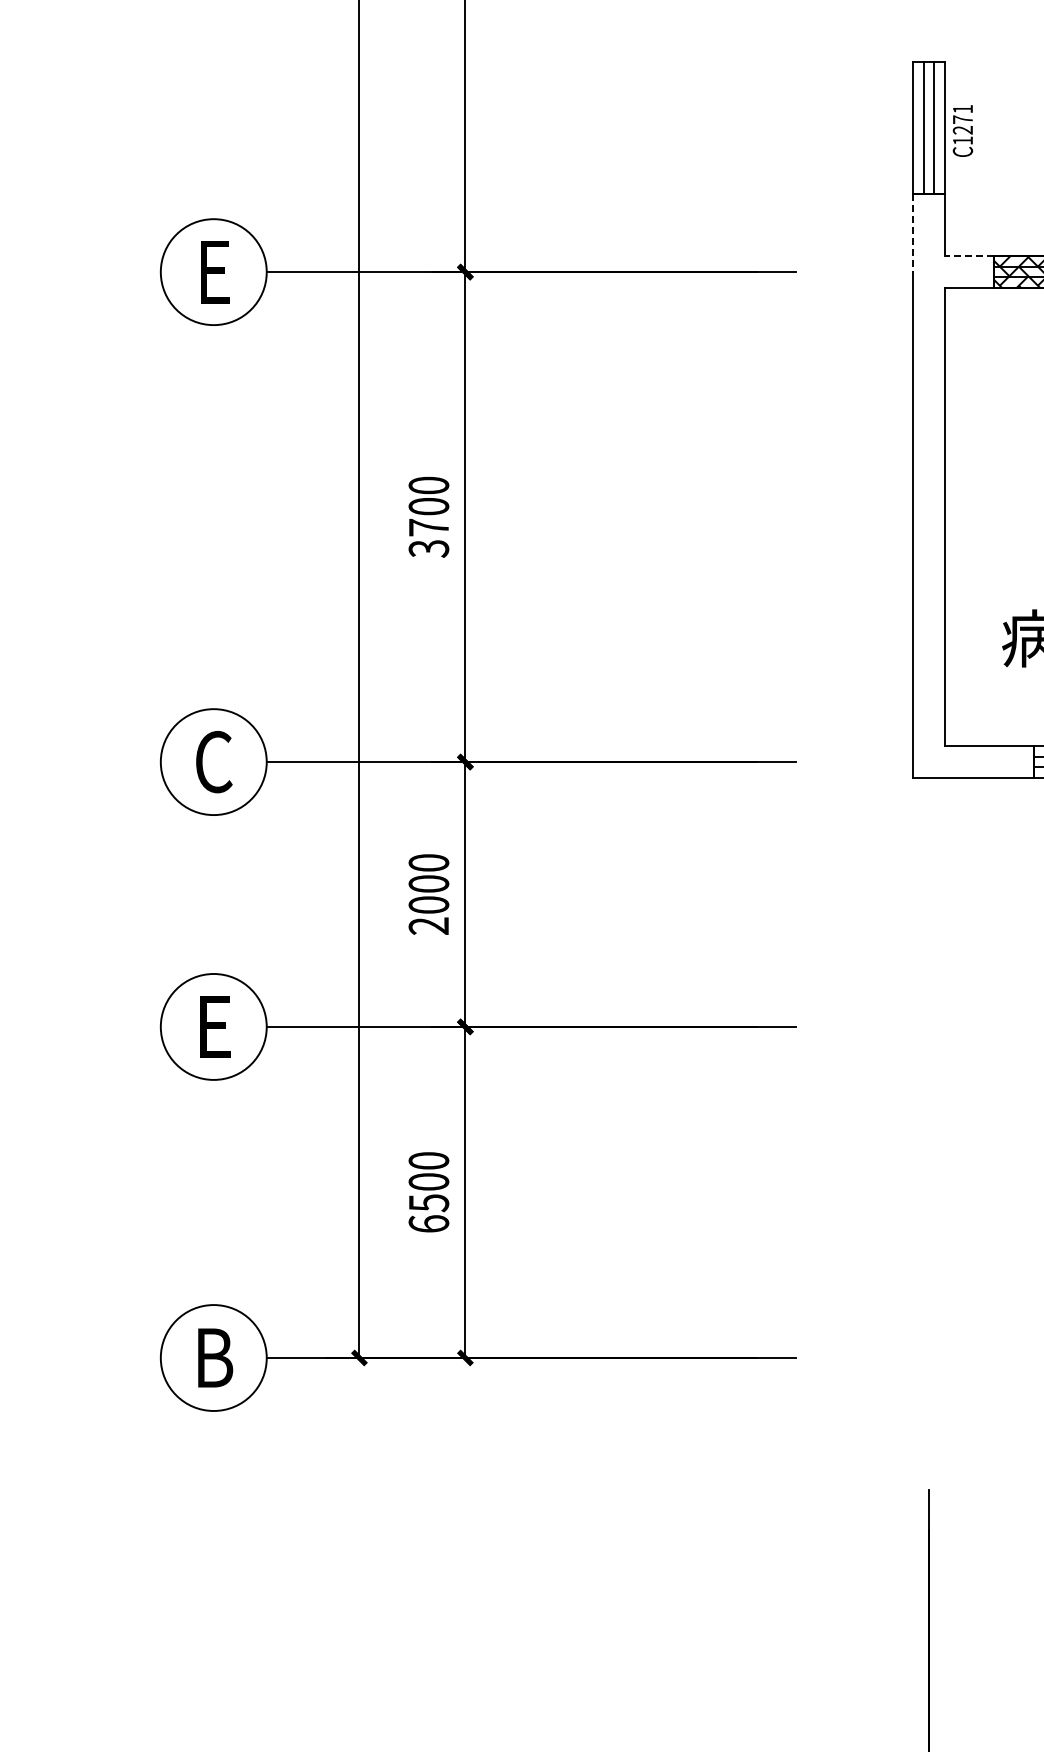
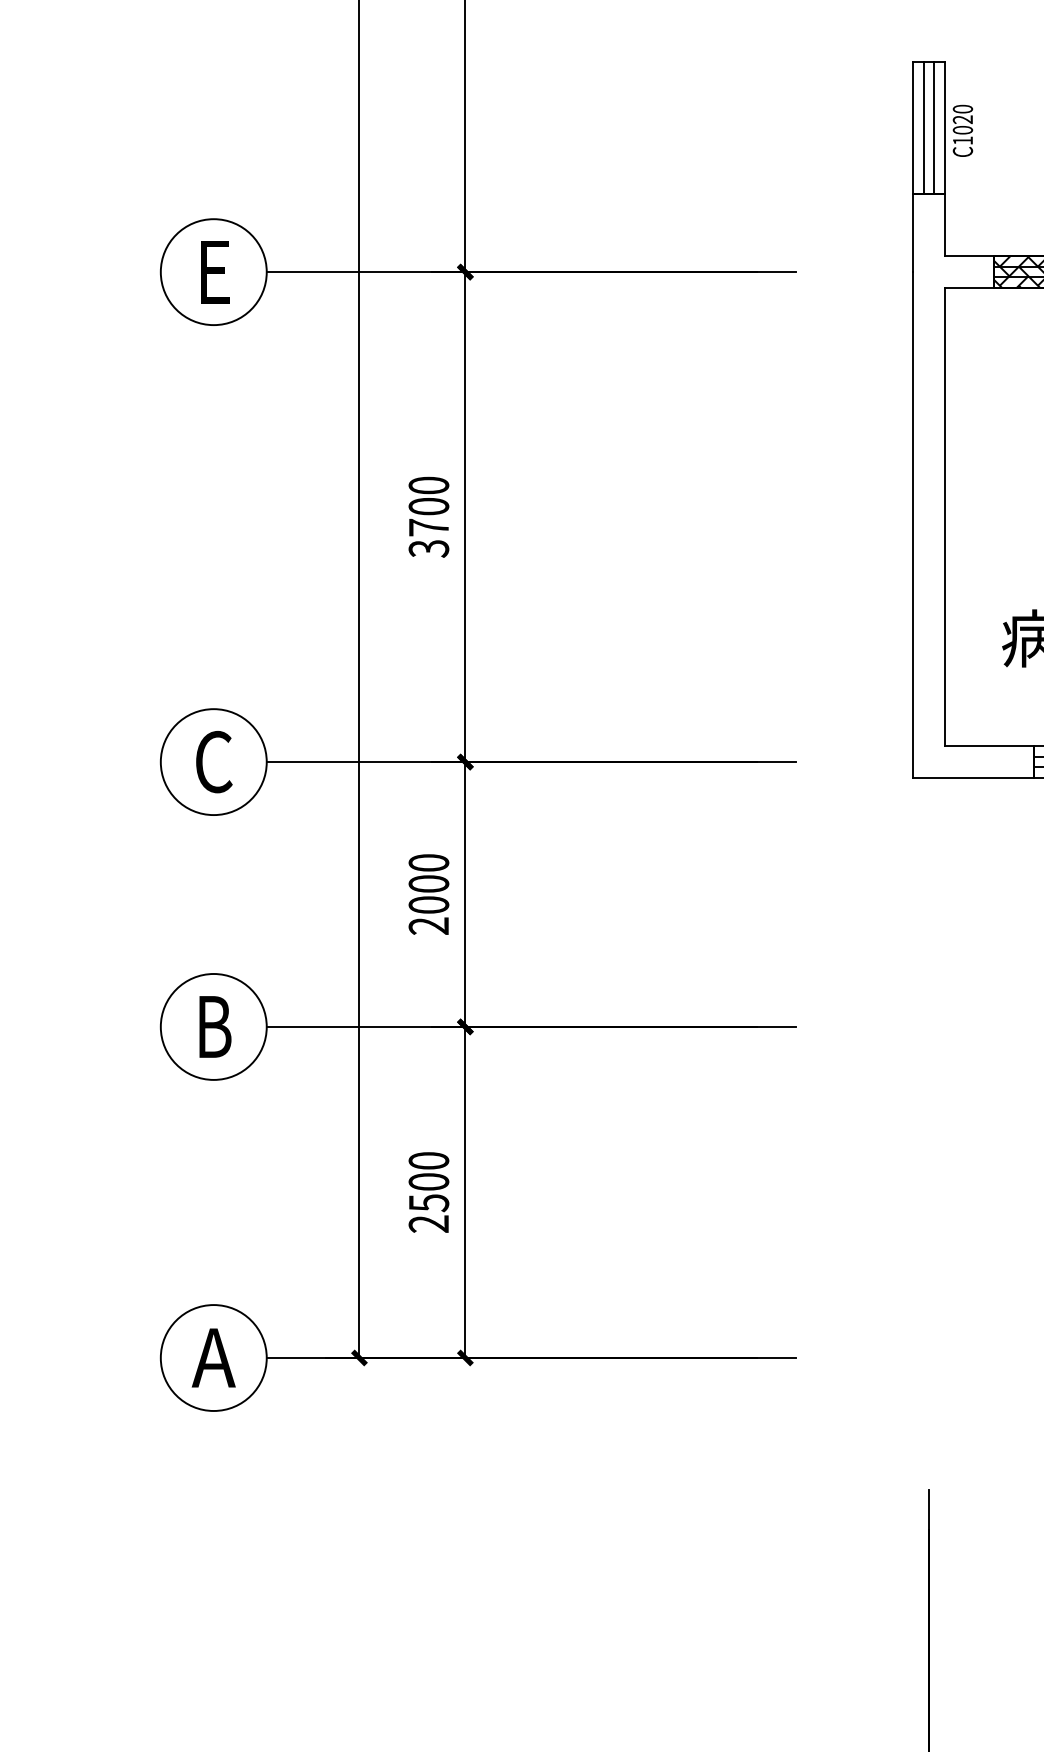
text at (962, 119): C1271 -> C1020
line at (912, 233): dashed -> solid
line at (968, 256): dashed -> solid
text at (215, 1026): E -> B
text at (428, 1223): 6500 -> 2500
text at (213, 1357): B -> A
